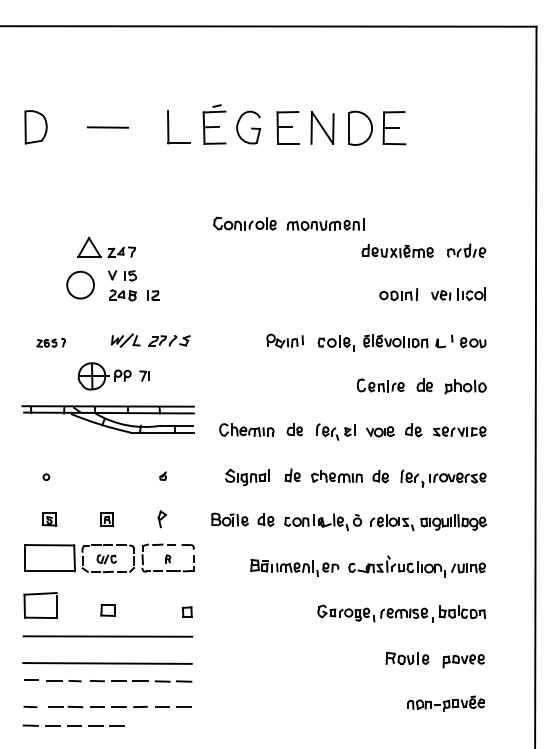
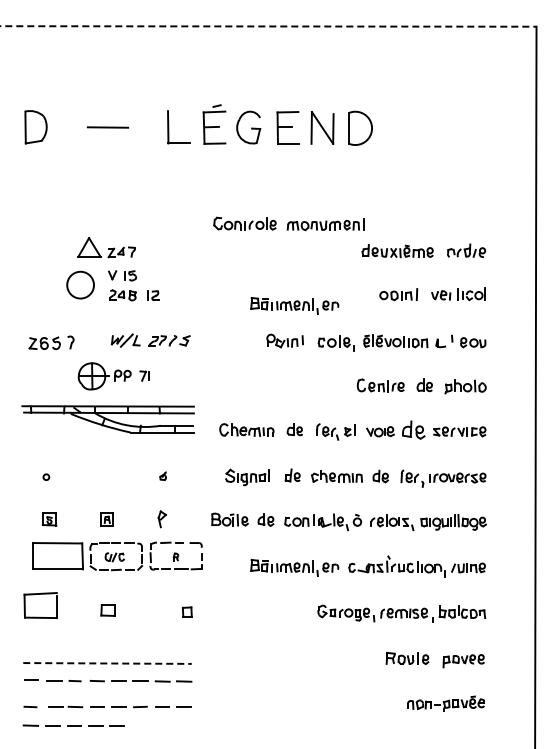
line at (268, 26): solid -> dashed
part at (394, 128): present -> none
part at (294, 305): none -> present
part at (50, 342) size: 30x10 px -> 47x15 px
part at (413, 430) size: 18x15 px -> 24x20 px
part at (109, 558) position: (109, 558) -> (117, 556)
line at (107, 636): present -> none
line at (108, 663): solid -> dashed
